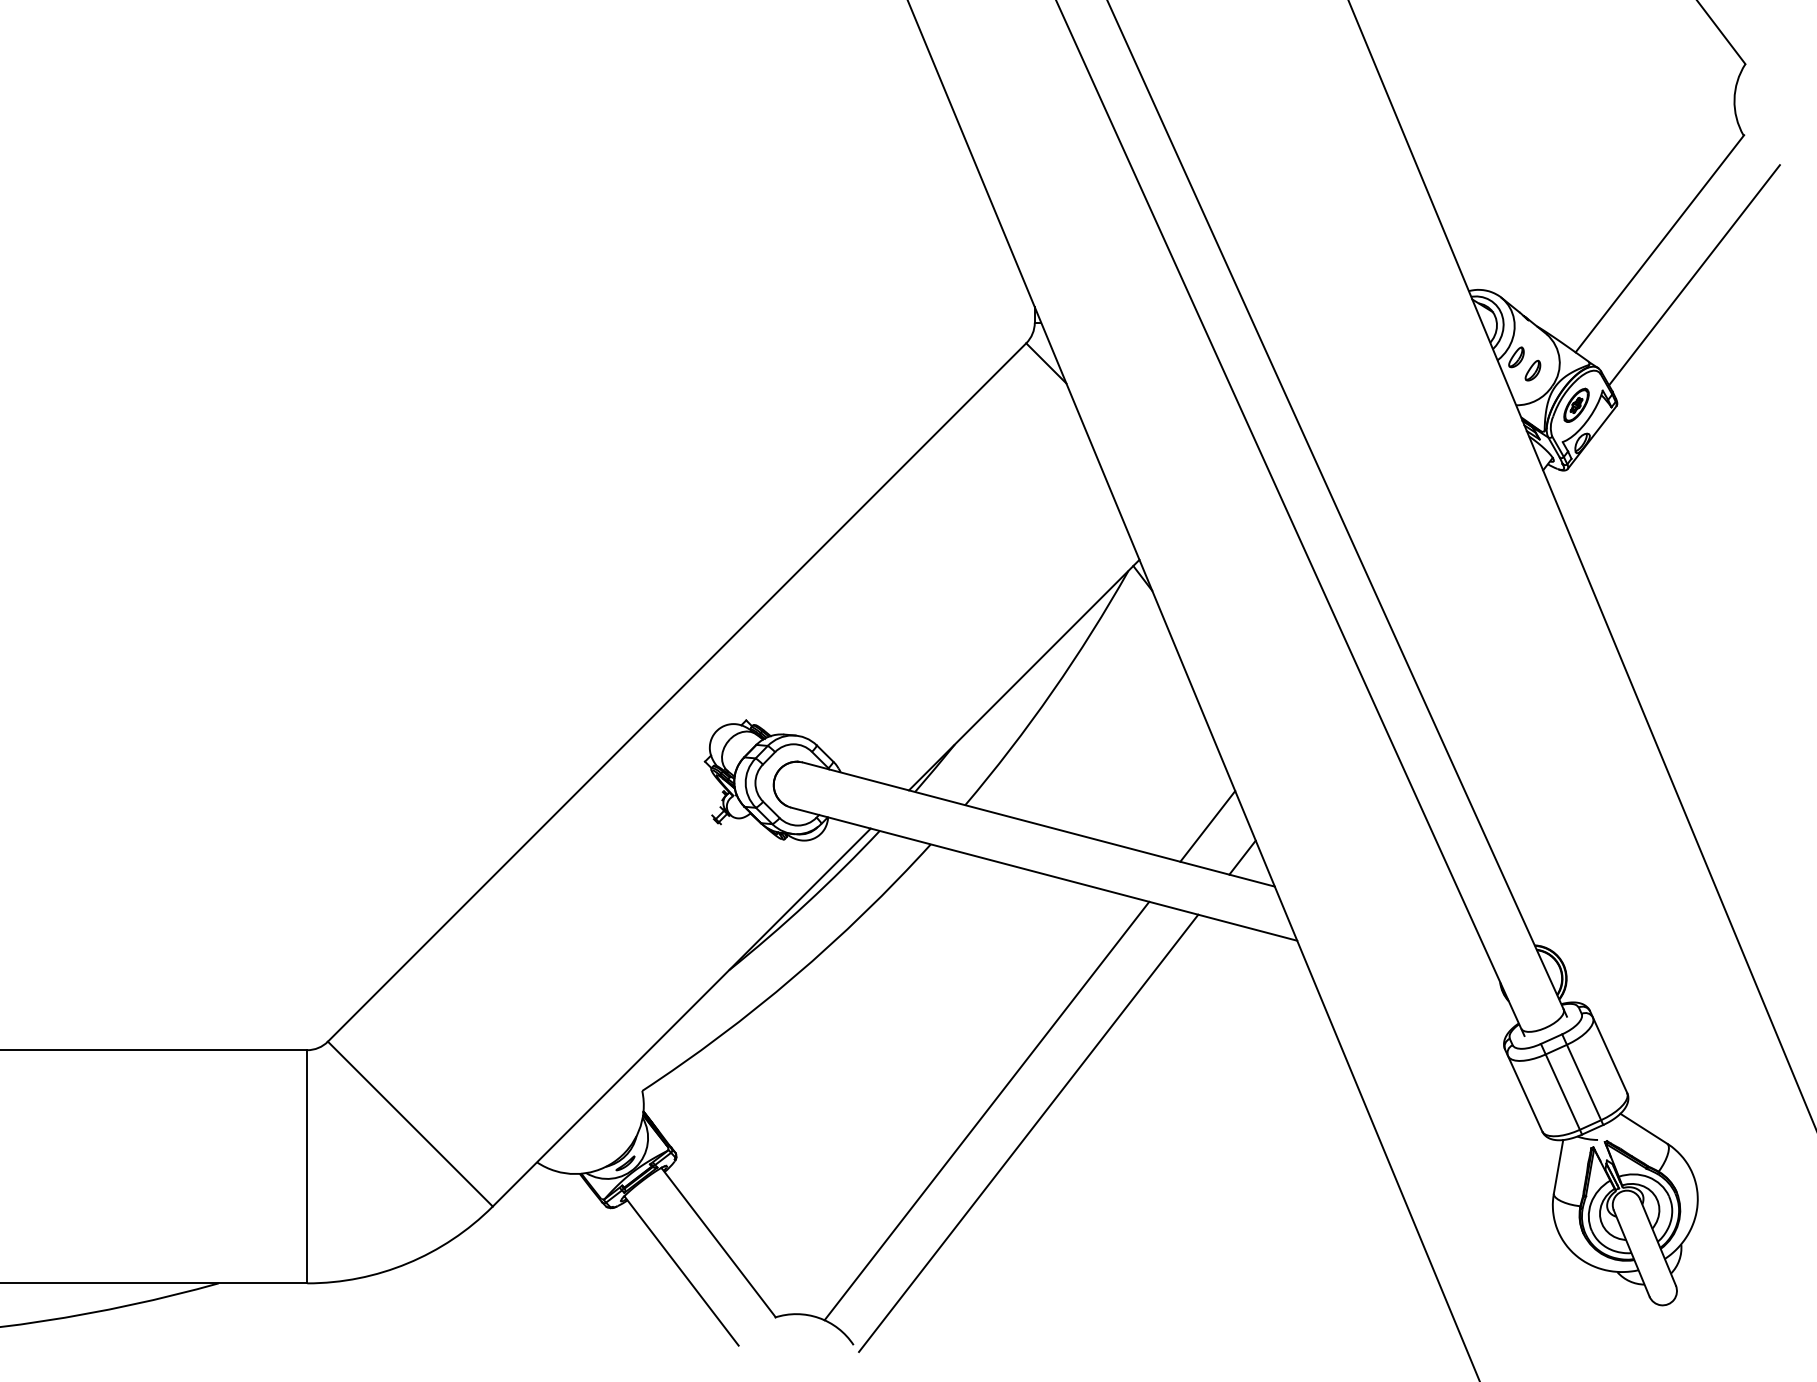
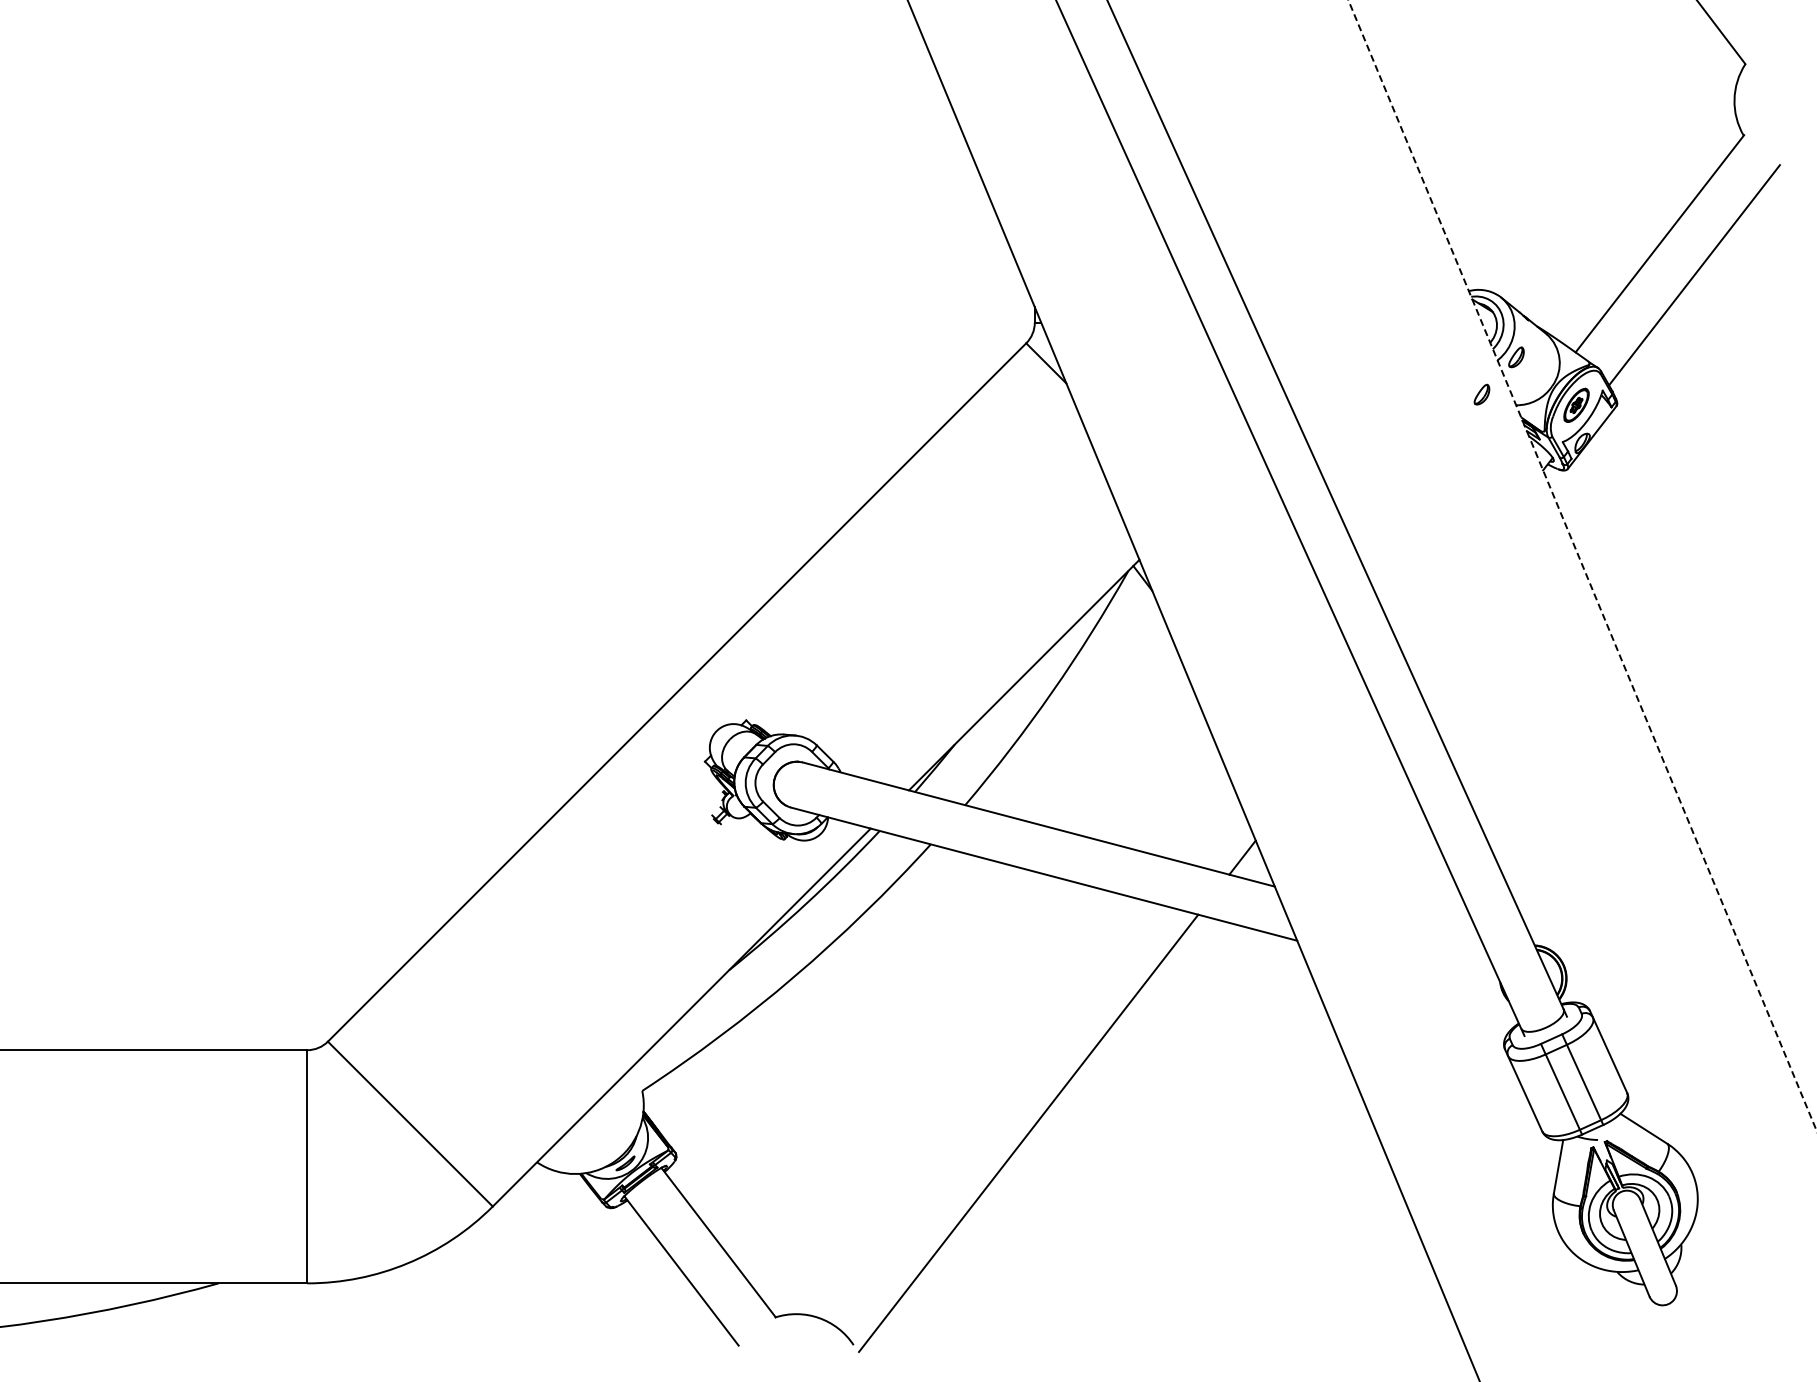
part at (1532, 370) position: (1532, 370) -> (1481, 394)
line at (1582, 566): solid -> dashed
line at (1207, 826): present -> none
line at (986, 1110): present -> none
